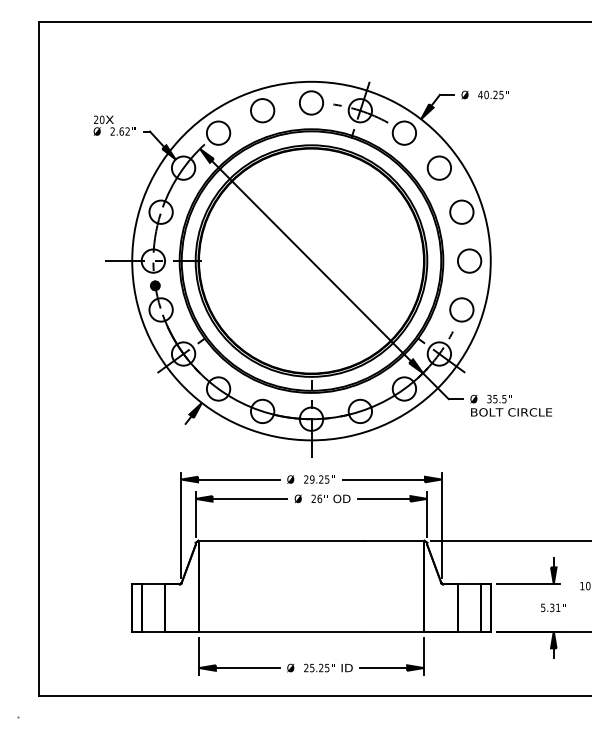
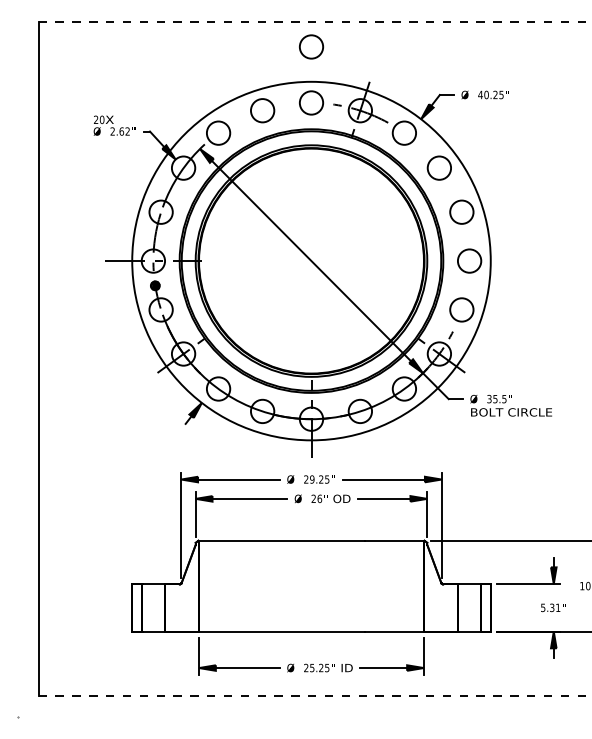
line at (315, 22): solid -> dashed
circle at (311, 46): none -> present
line at (315, 695): solid -> dashed
